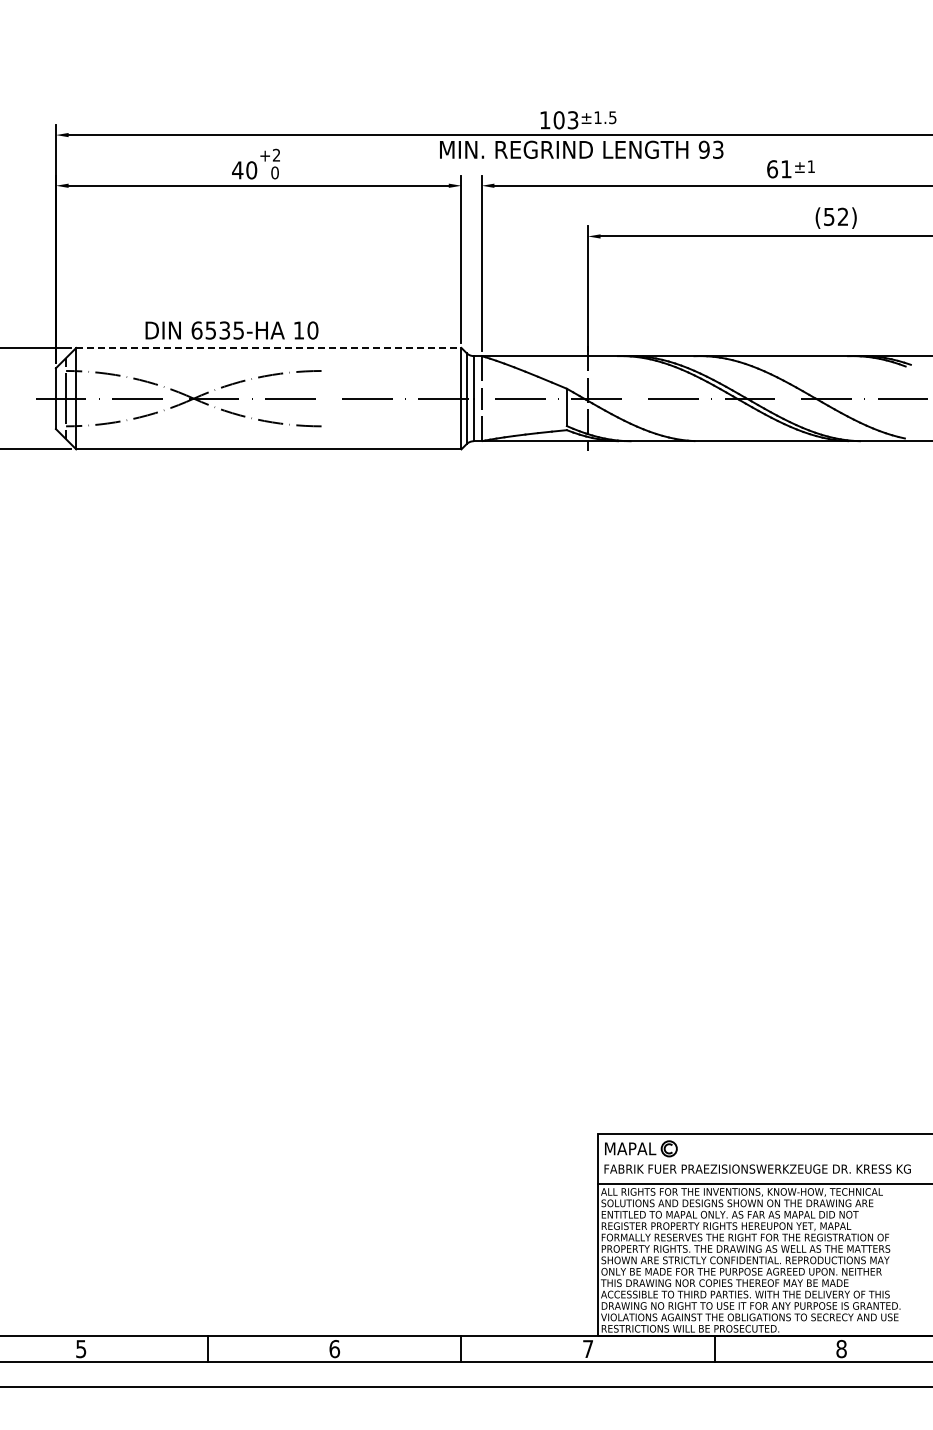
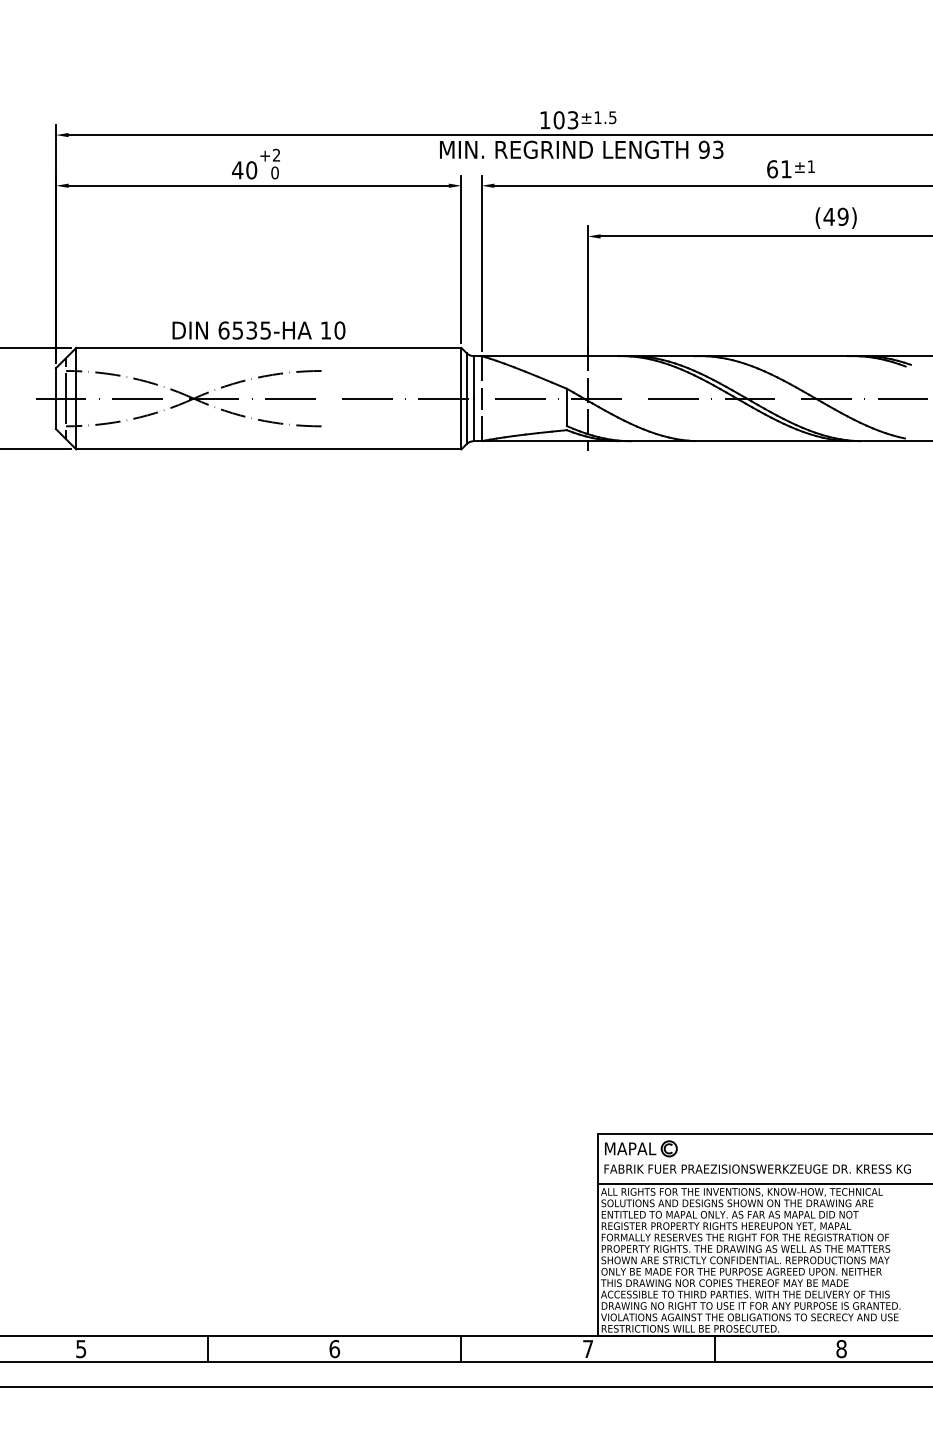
text at (835, 216): (52) -> (49)
text at (231, 330) position: (231, 330) -> (258, 330)
line at (268, 347): dashed -> solid
